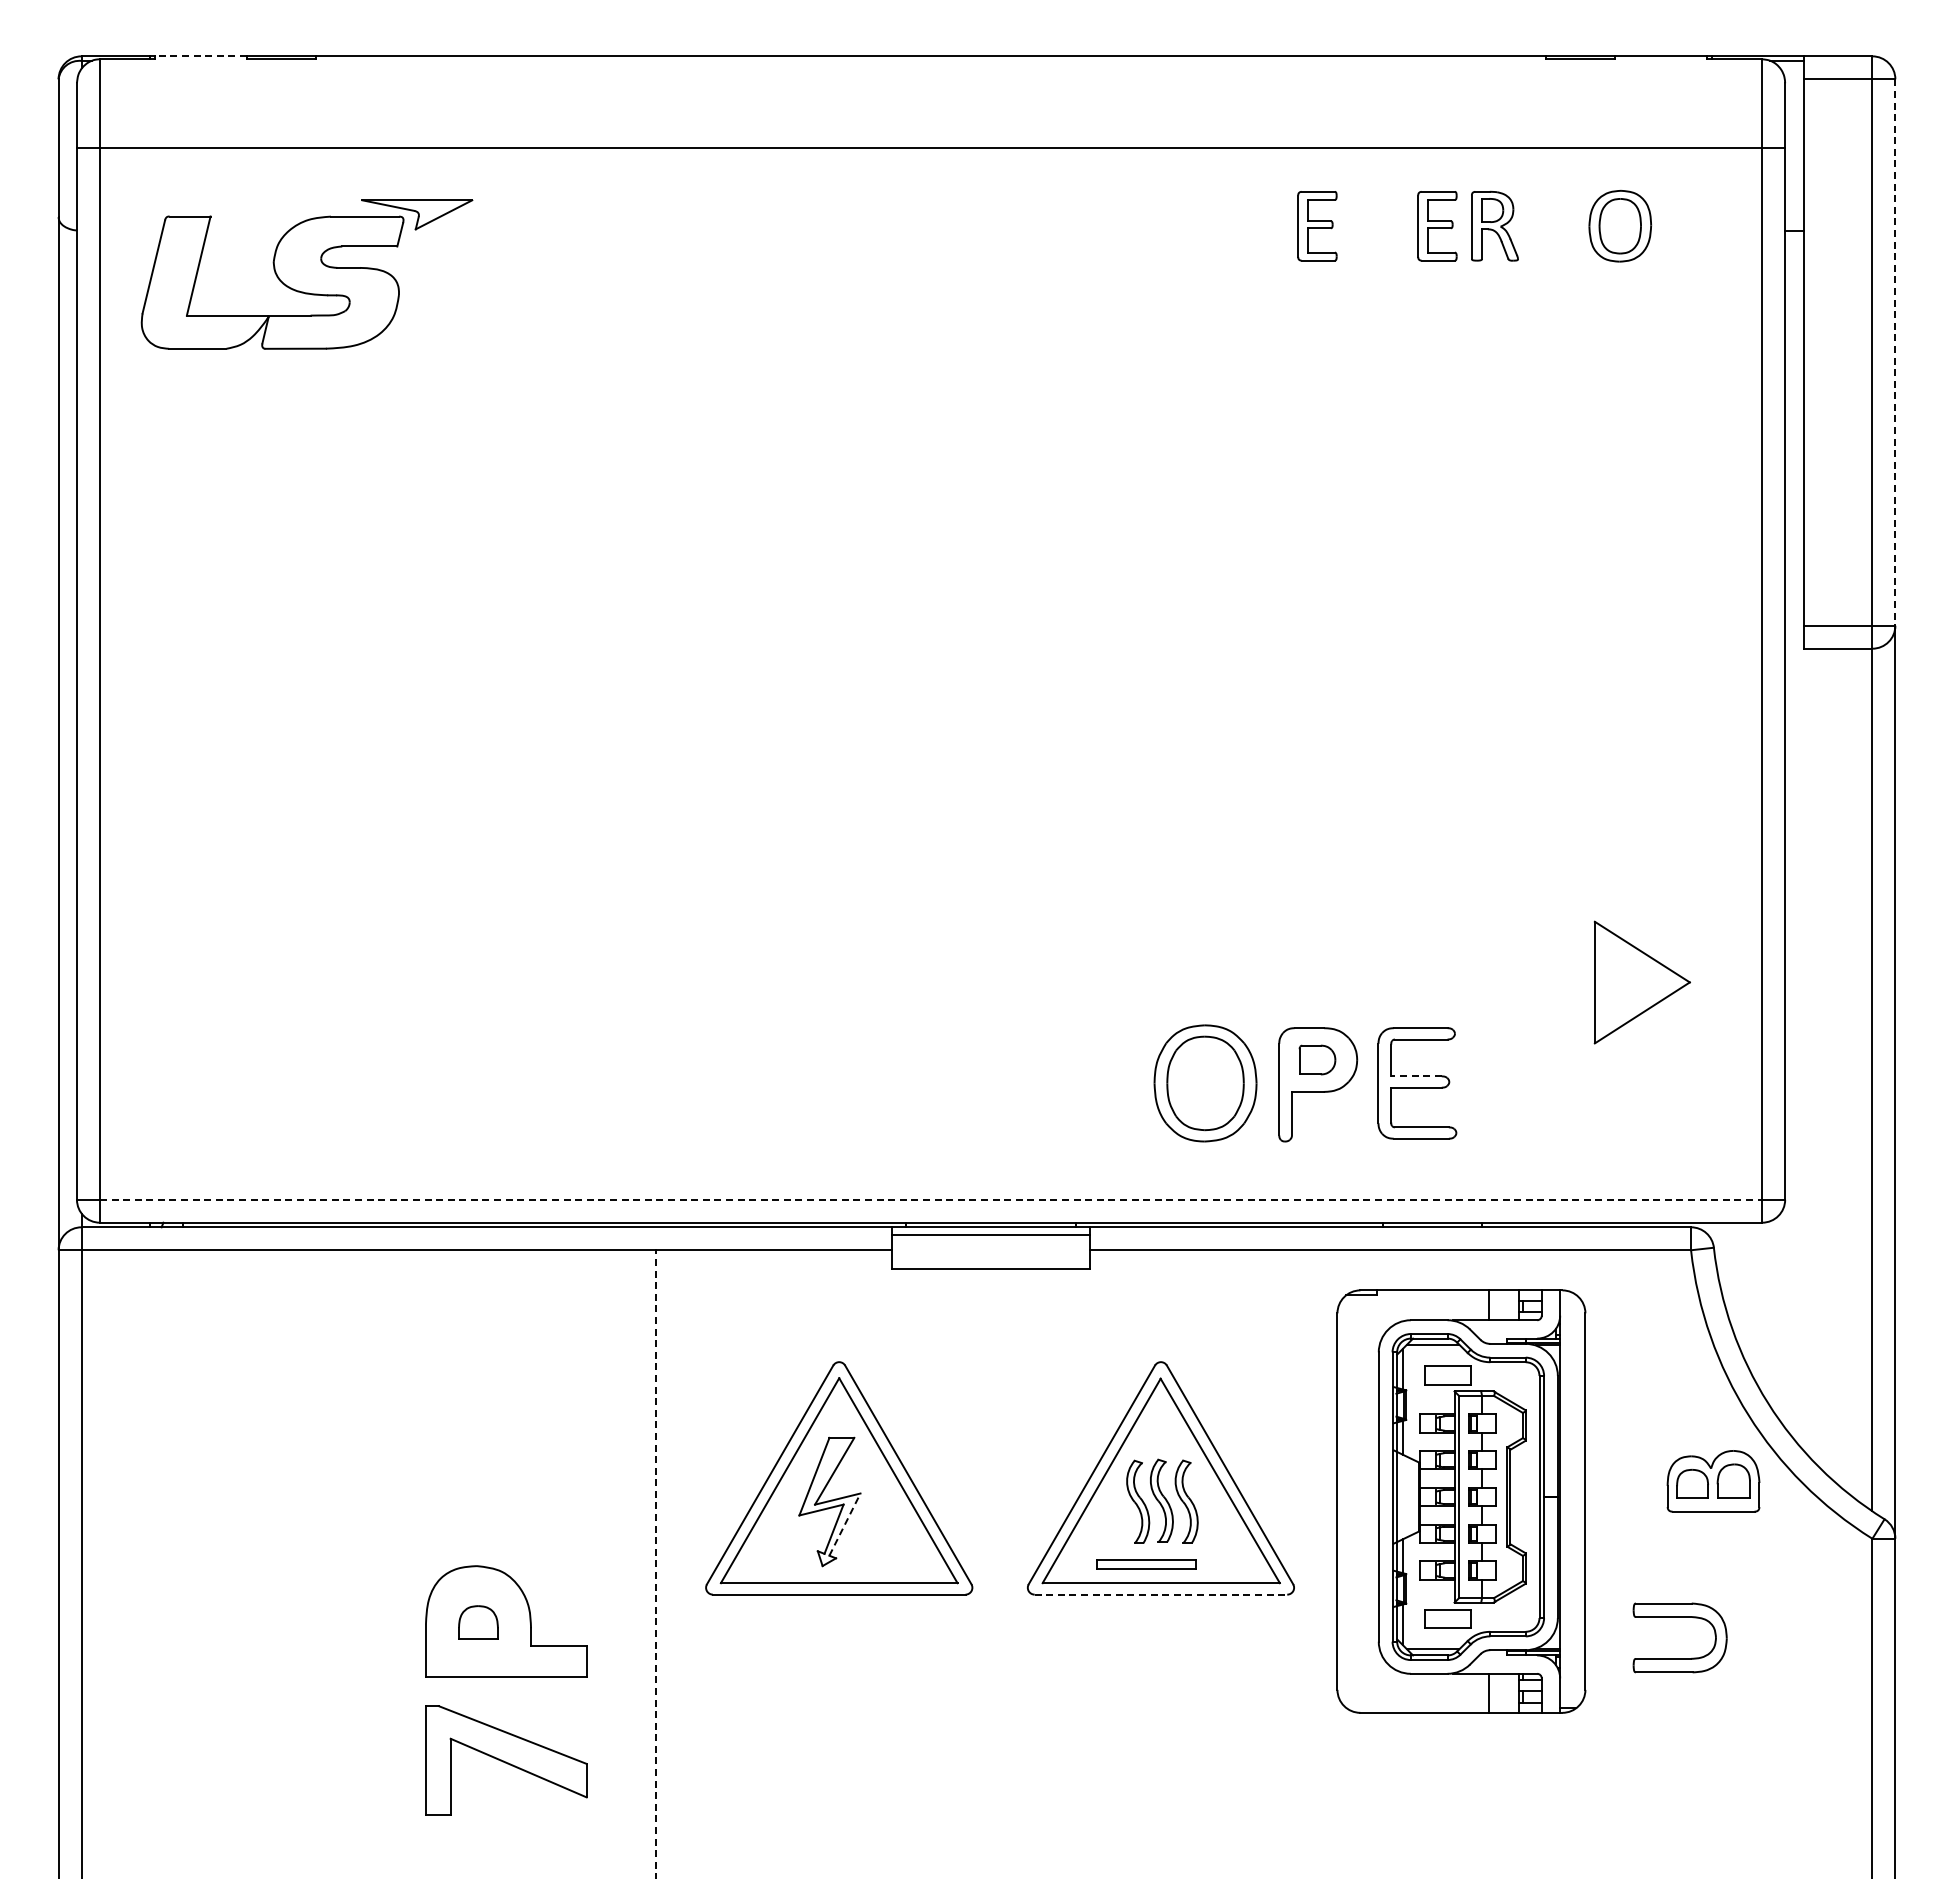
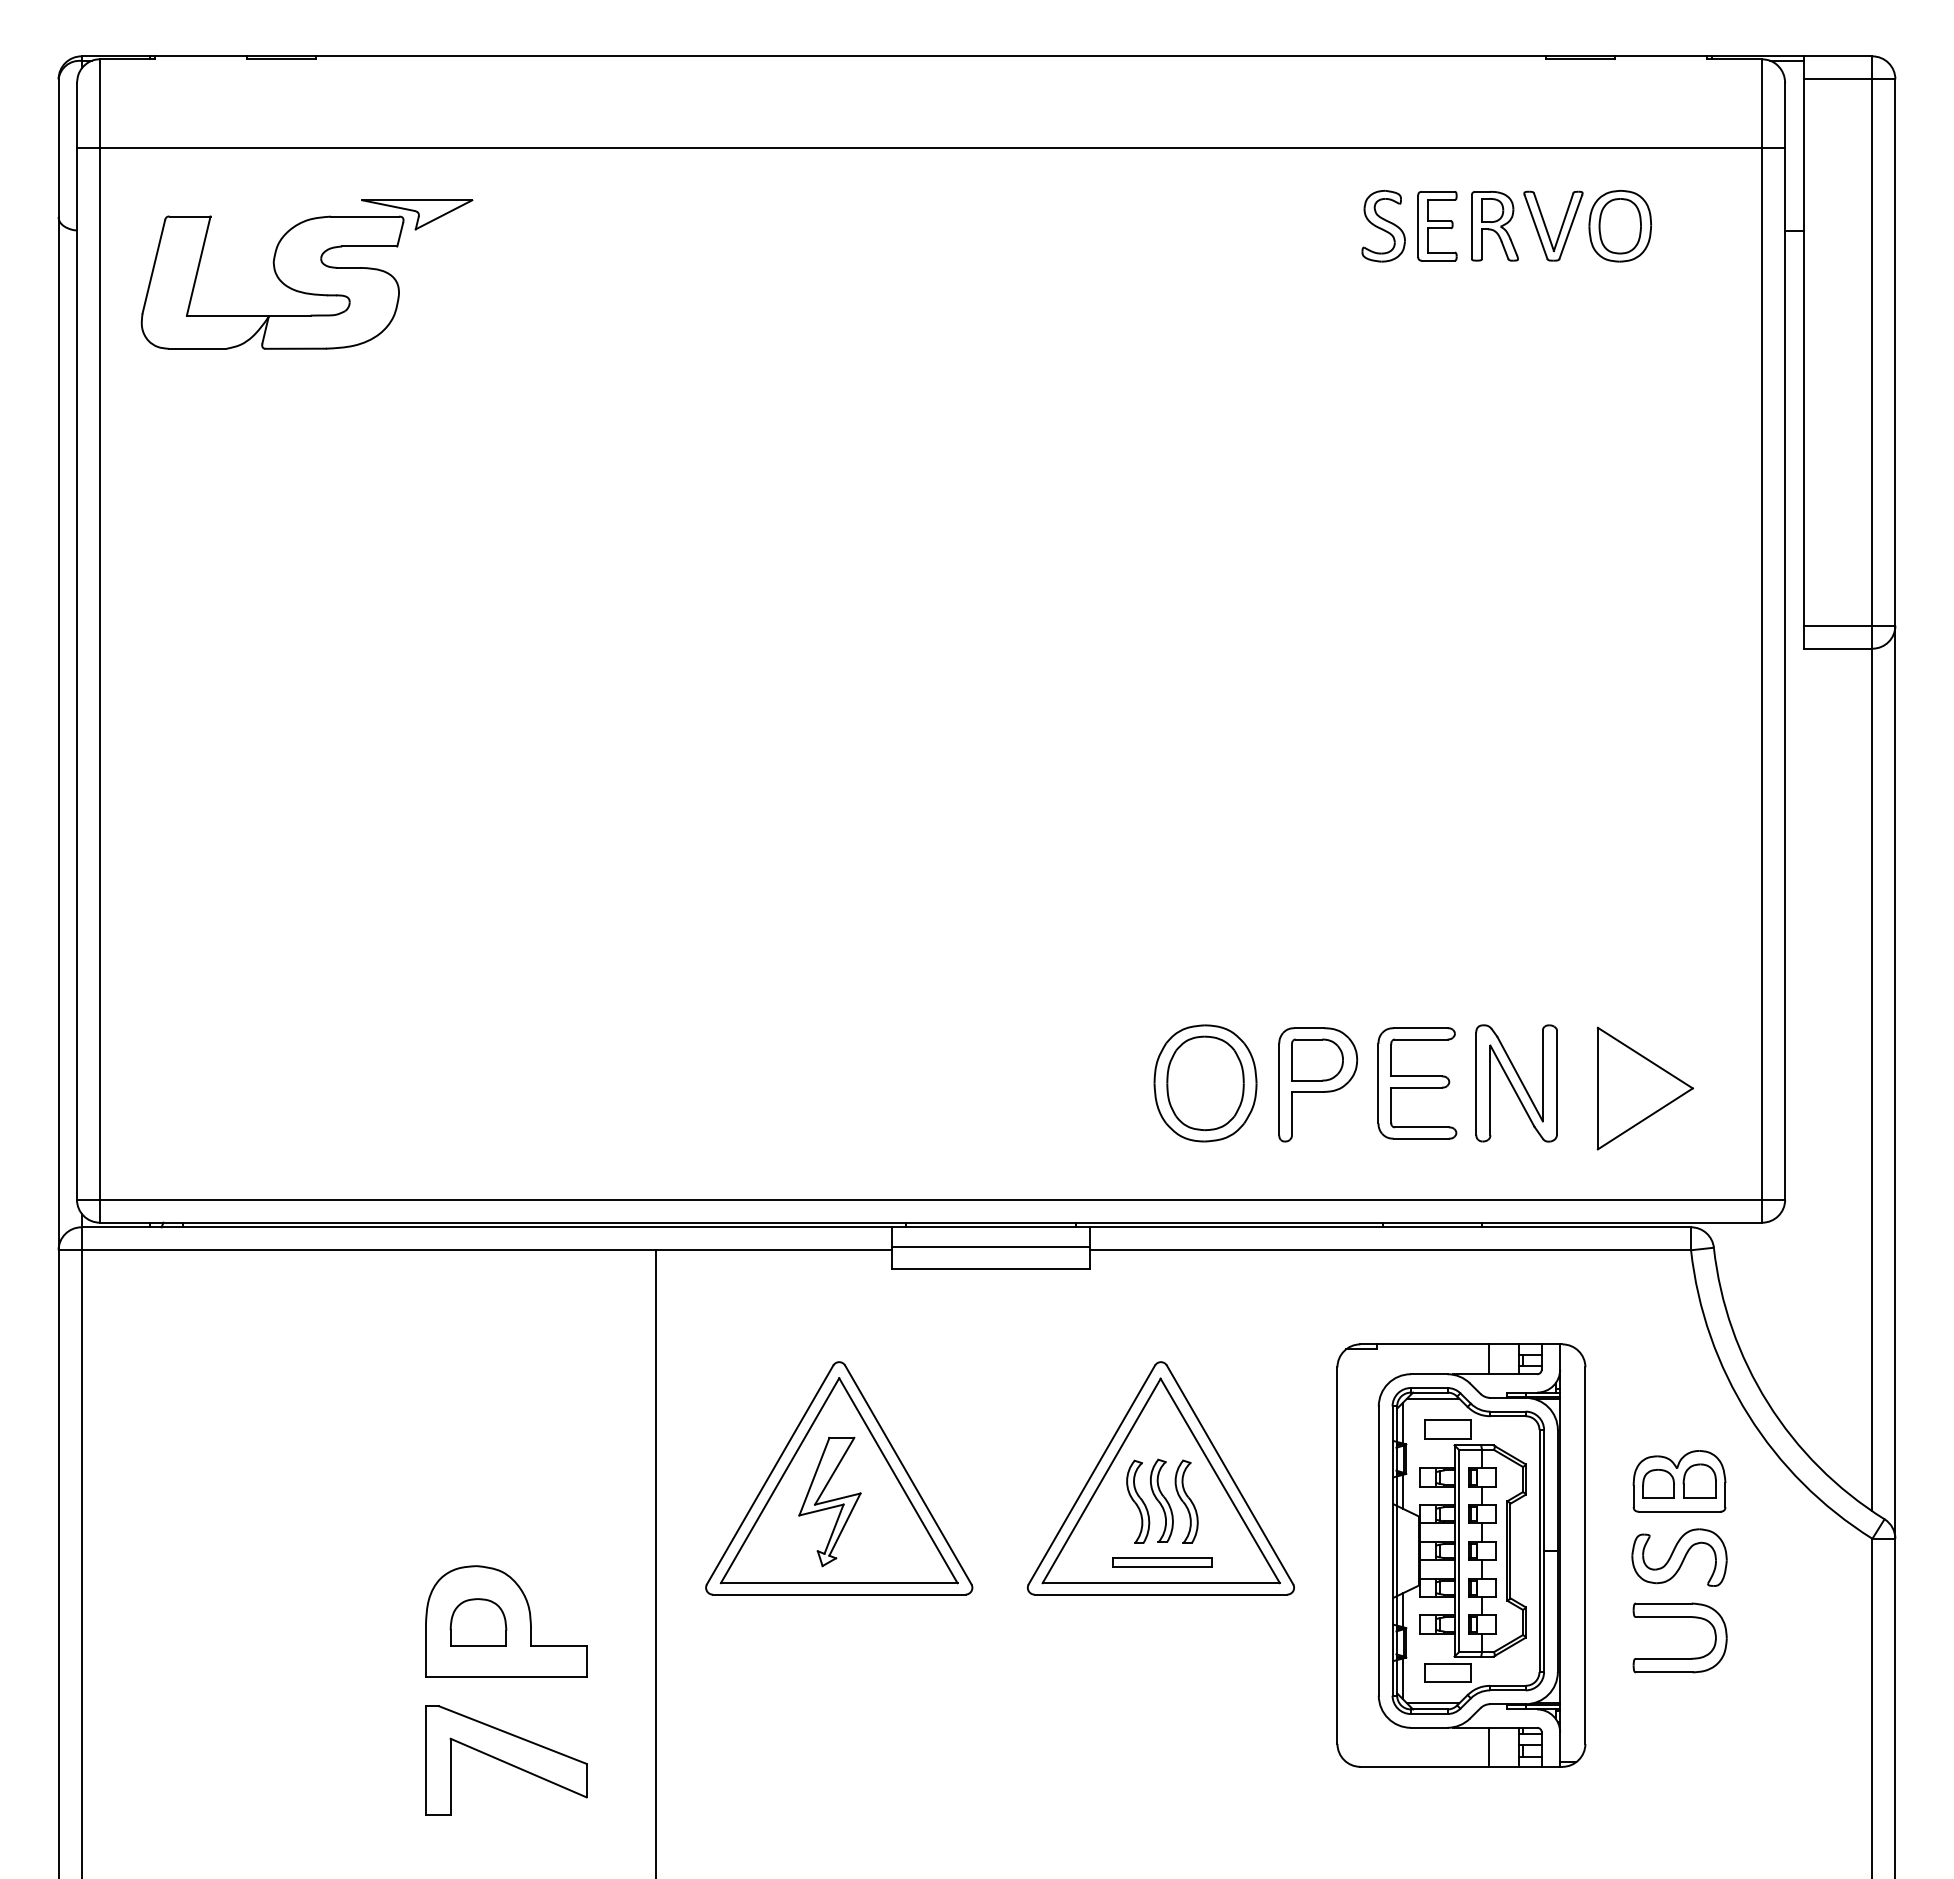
line at (200, 56): dashed -> solid
part at (1317, 226): present -> none
part at (1383, 226): none -> present
part at (1547, 228): none -> present
line at (1895, 353): dashed -> solid
part at (1641, 982) position: (1641, 982) -> (1644, 1088)
part at (1317, 1059) size: 39x32 px -> 53x44 px
line at (1416, 1076): dashed -> solid
part at (1516, 1083): none -> present
line at (931, 1199): dashed -> solid
line at (990, 1234) position: (990, 1234) -> (990, 1246)
part at (1713, 1481) position: (1713, 1481) -> (1679, 1481)
part at (1461, 1501) position: (1461, 1501) -> (1461, 1555)
line at (844, 1524): dashed -> solid
part at (1679, 1557): none -> present
line at (655, 1564): dashed -> solid
part at (1146, 1564) position: (1146, 1564) -> (1162, 1562)
line at (1161, 1594): dashed -> solid
part at (478, 1622) size: 41x35 px -> 59x49 px
